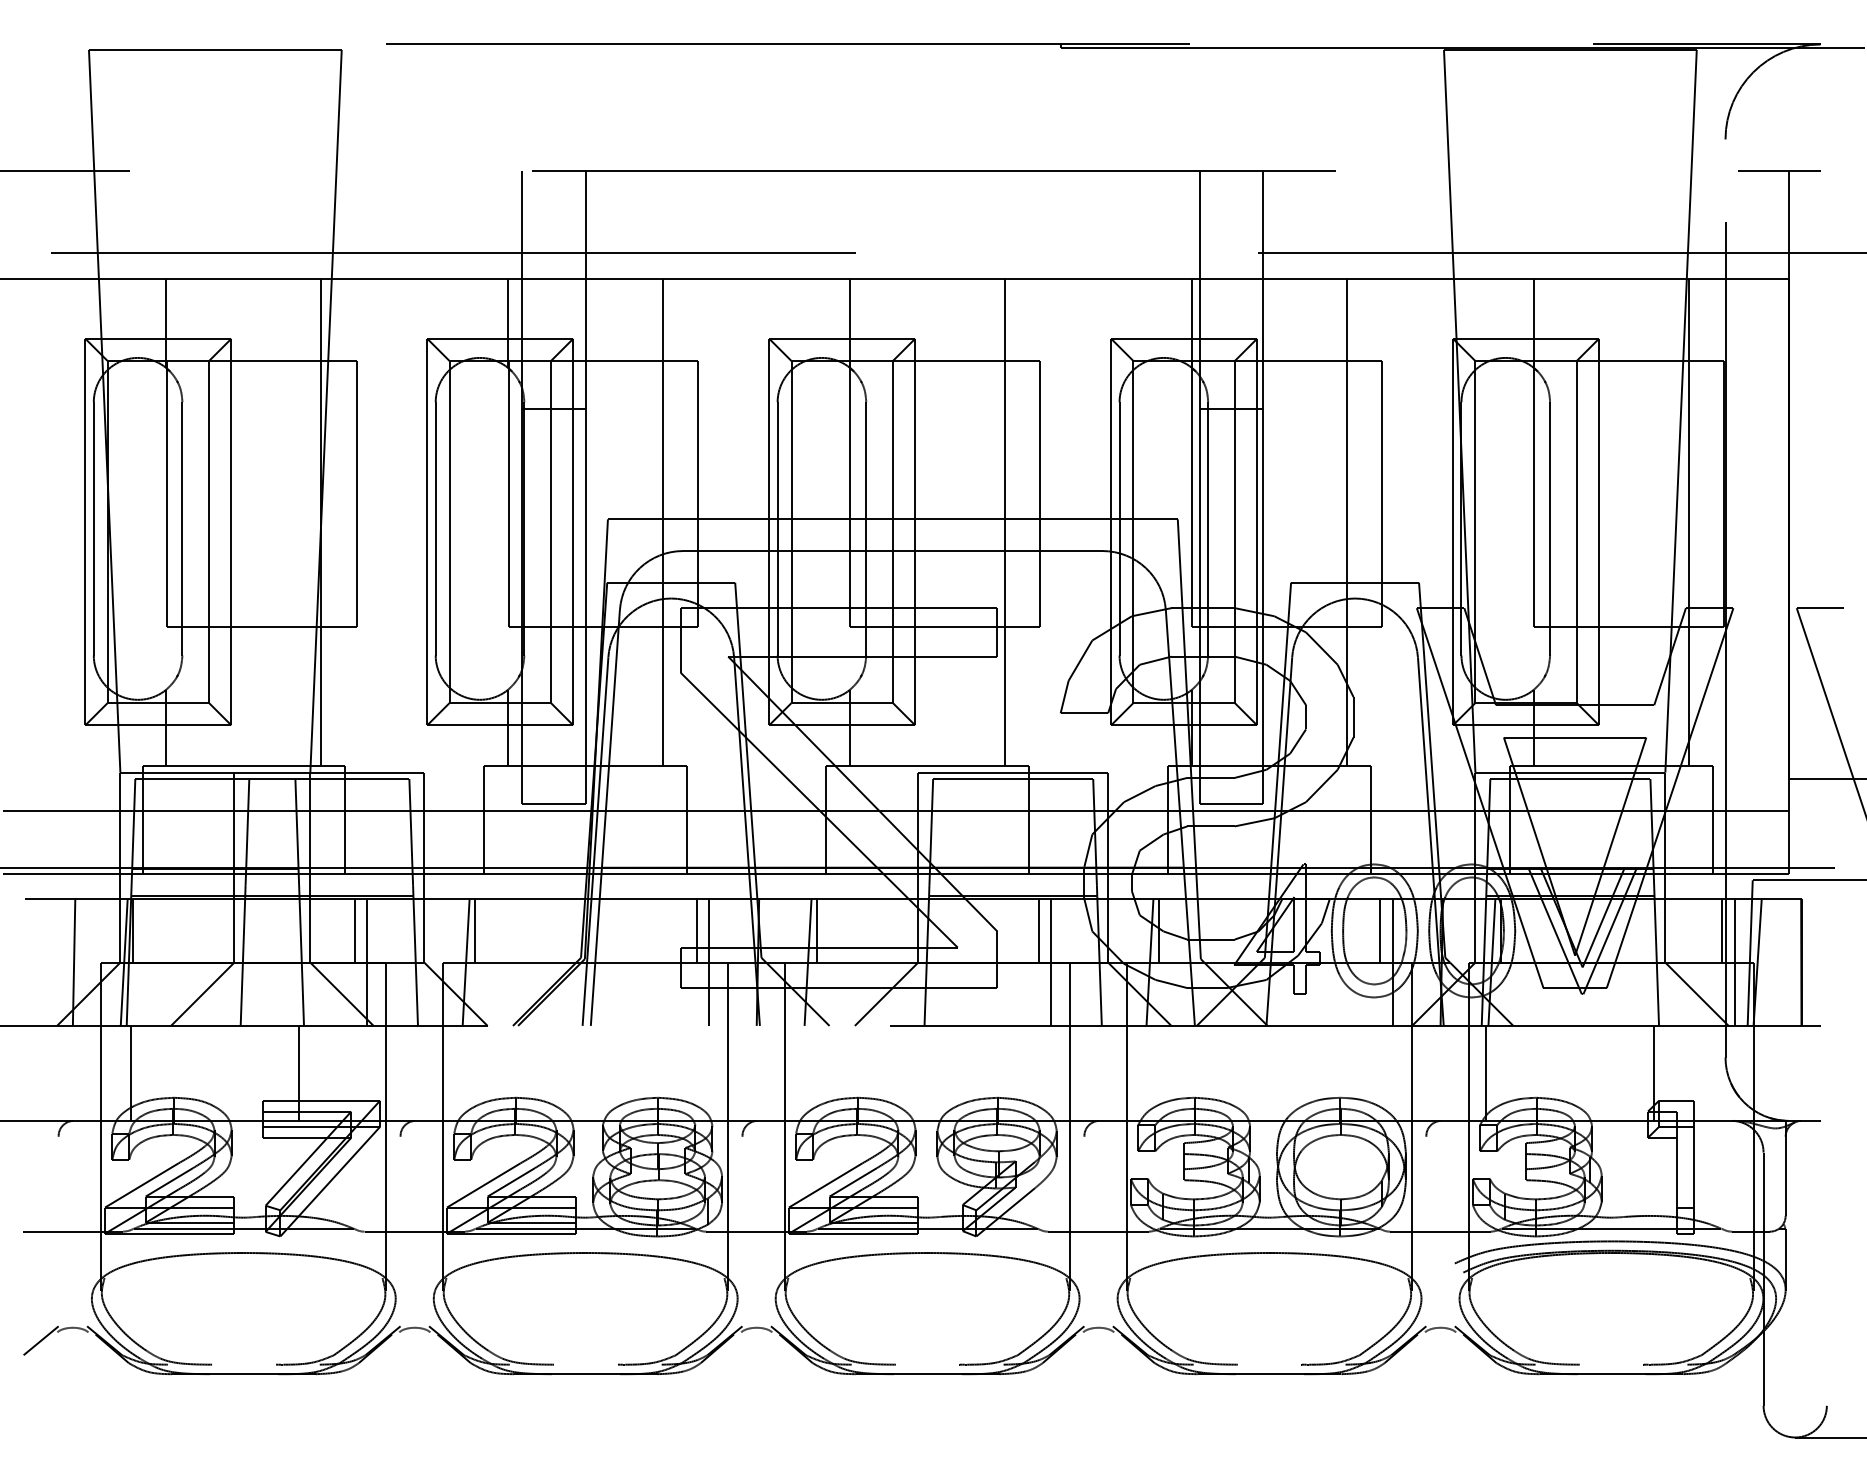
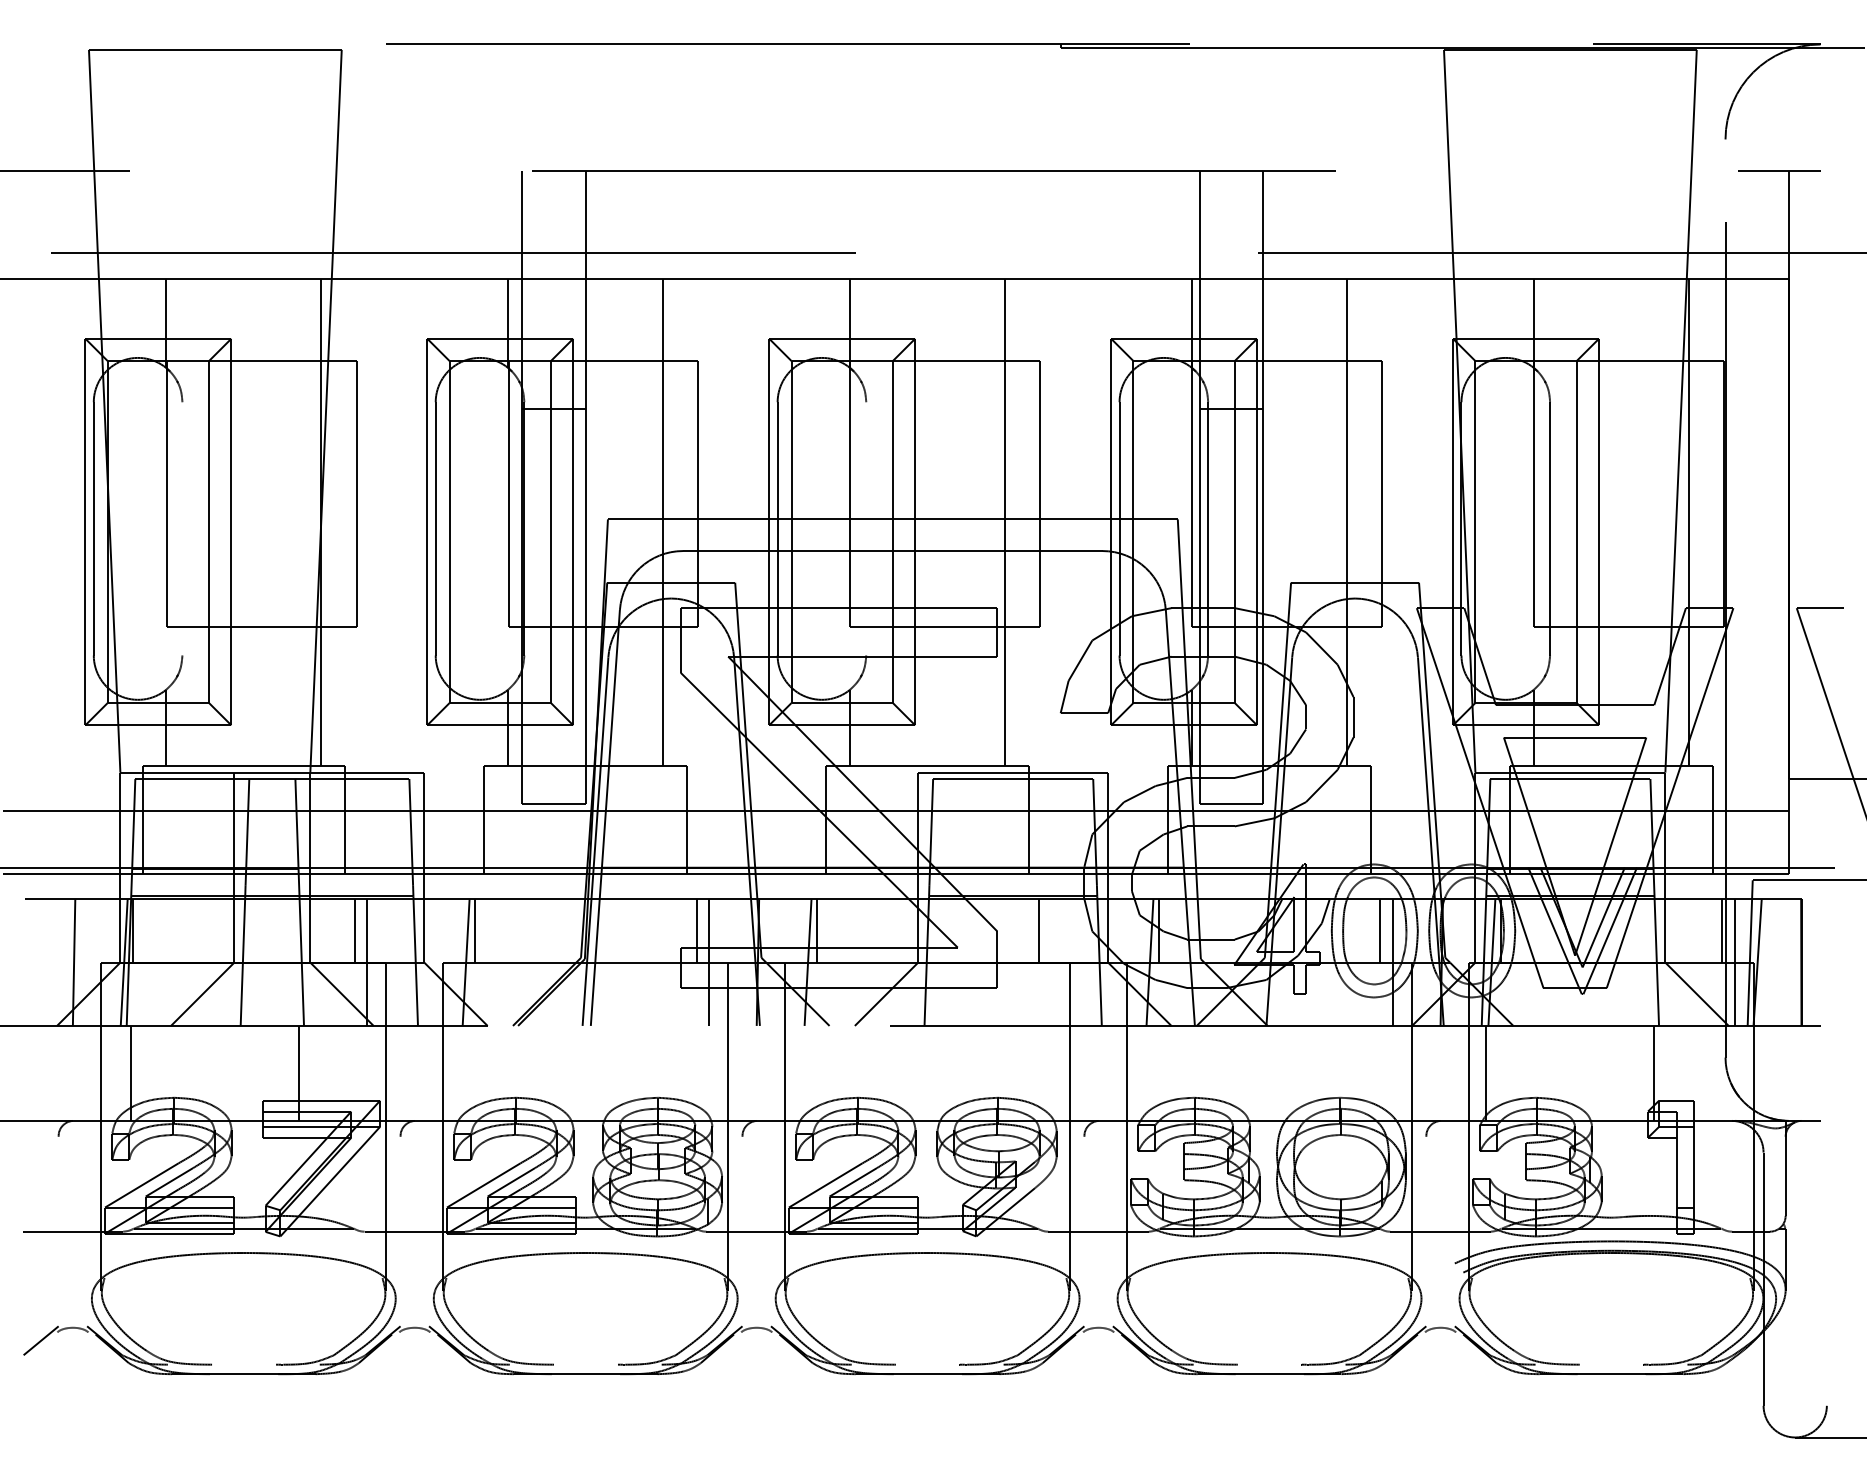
line at (182, 528): present -> none
line at (866, 528): present -> none
line at (1050, 962): present -> none
